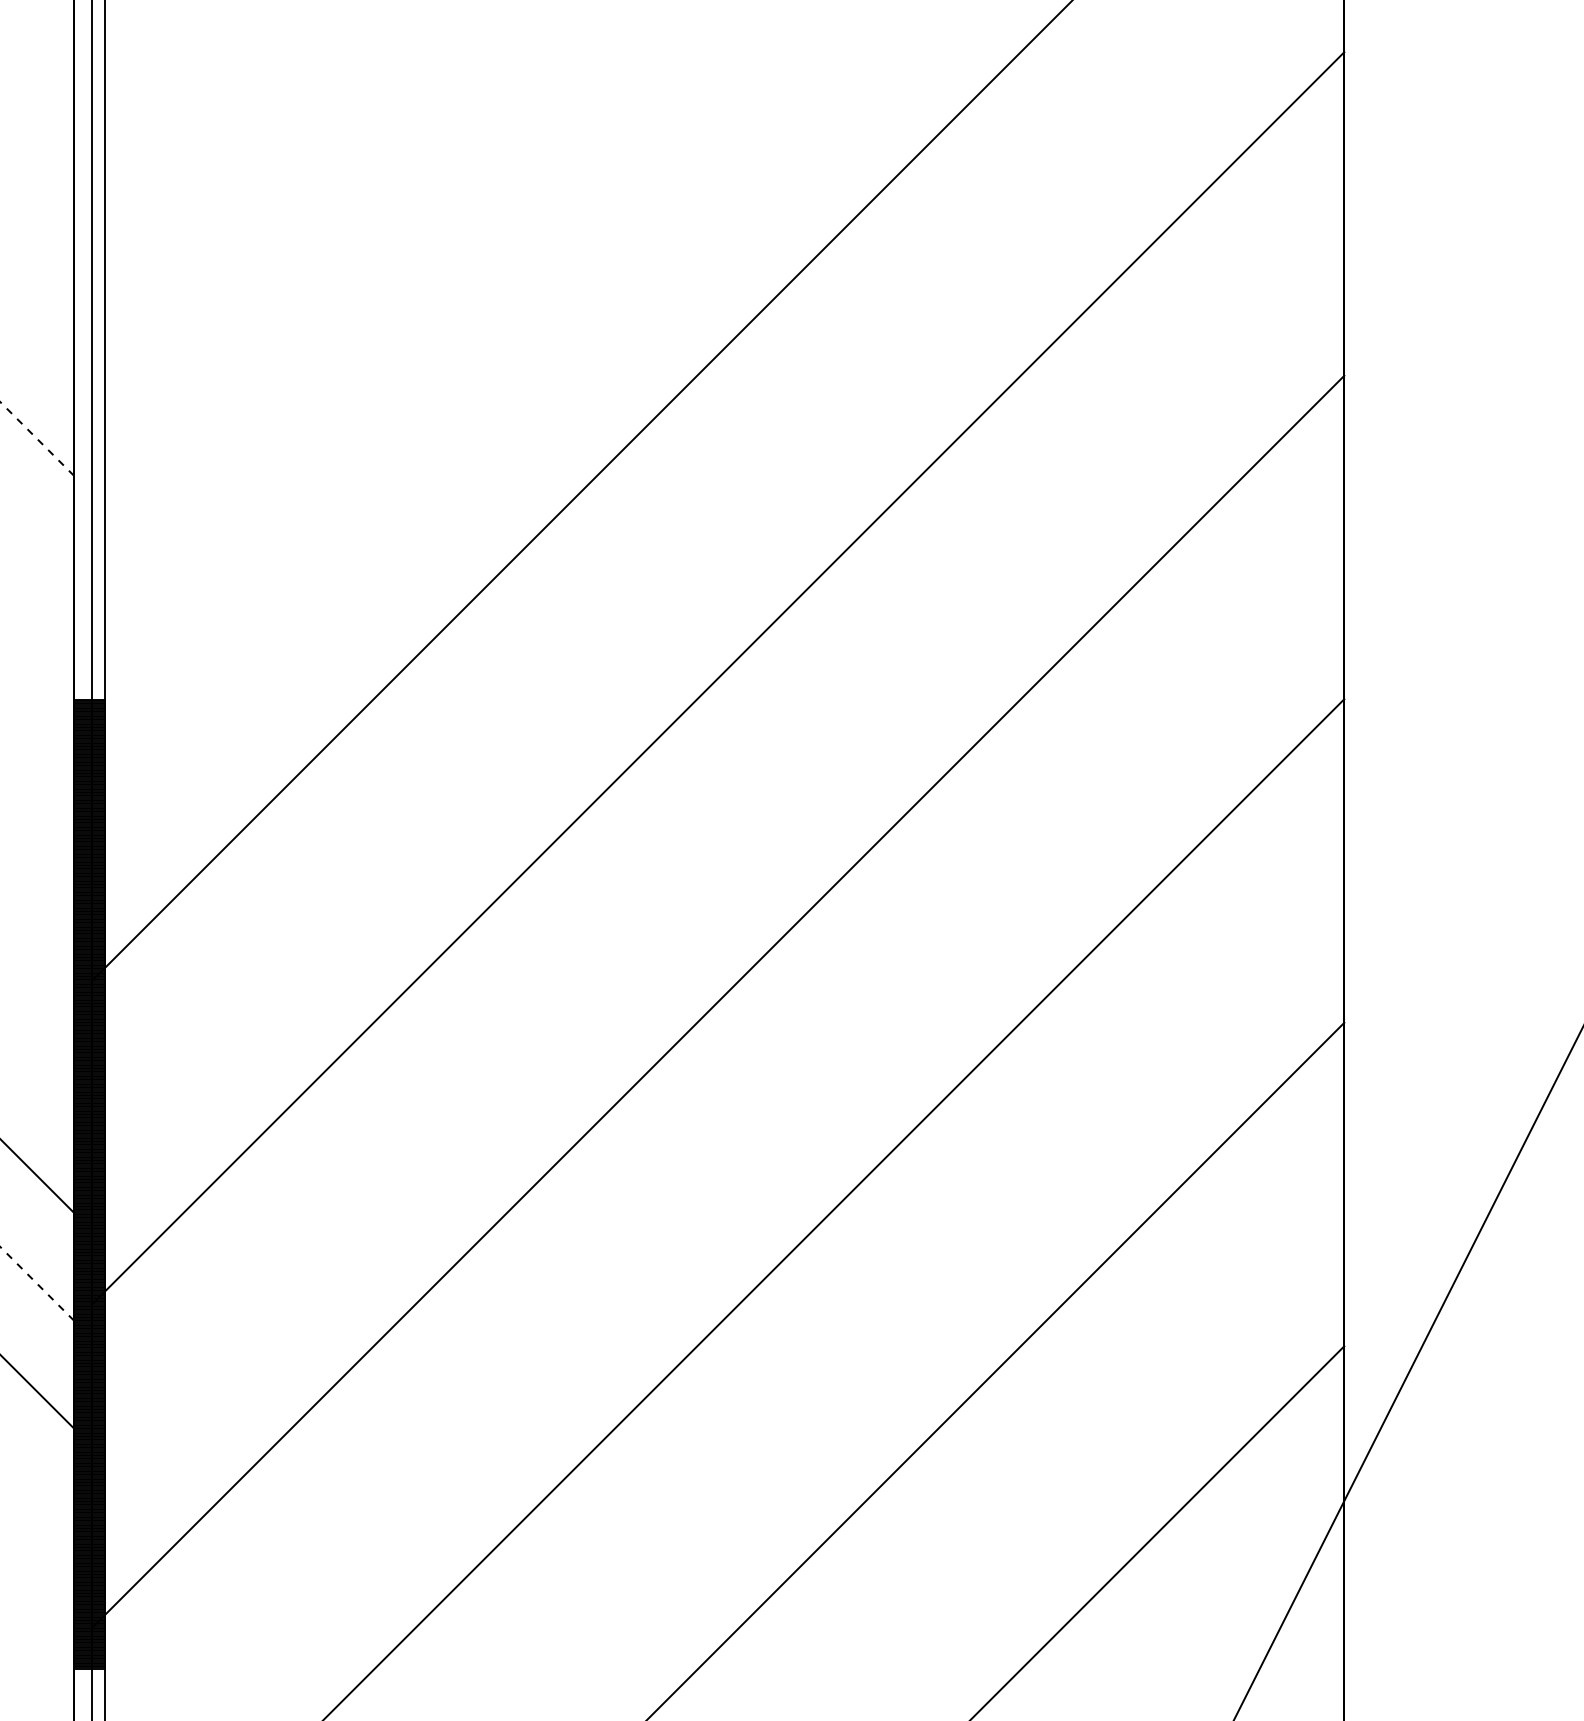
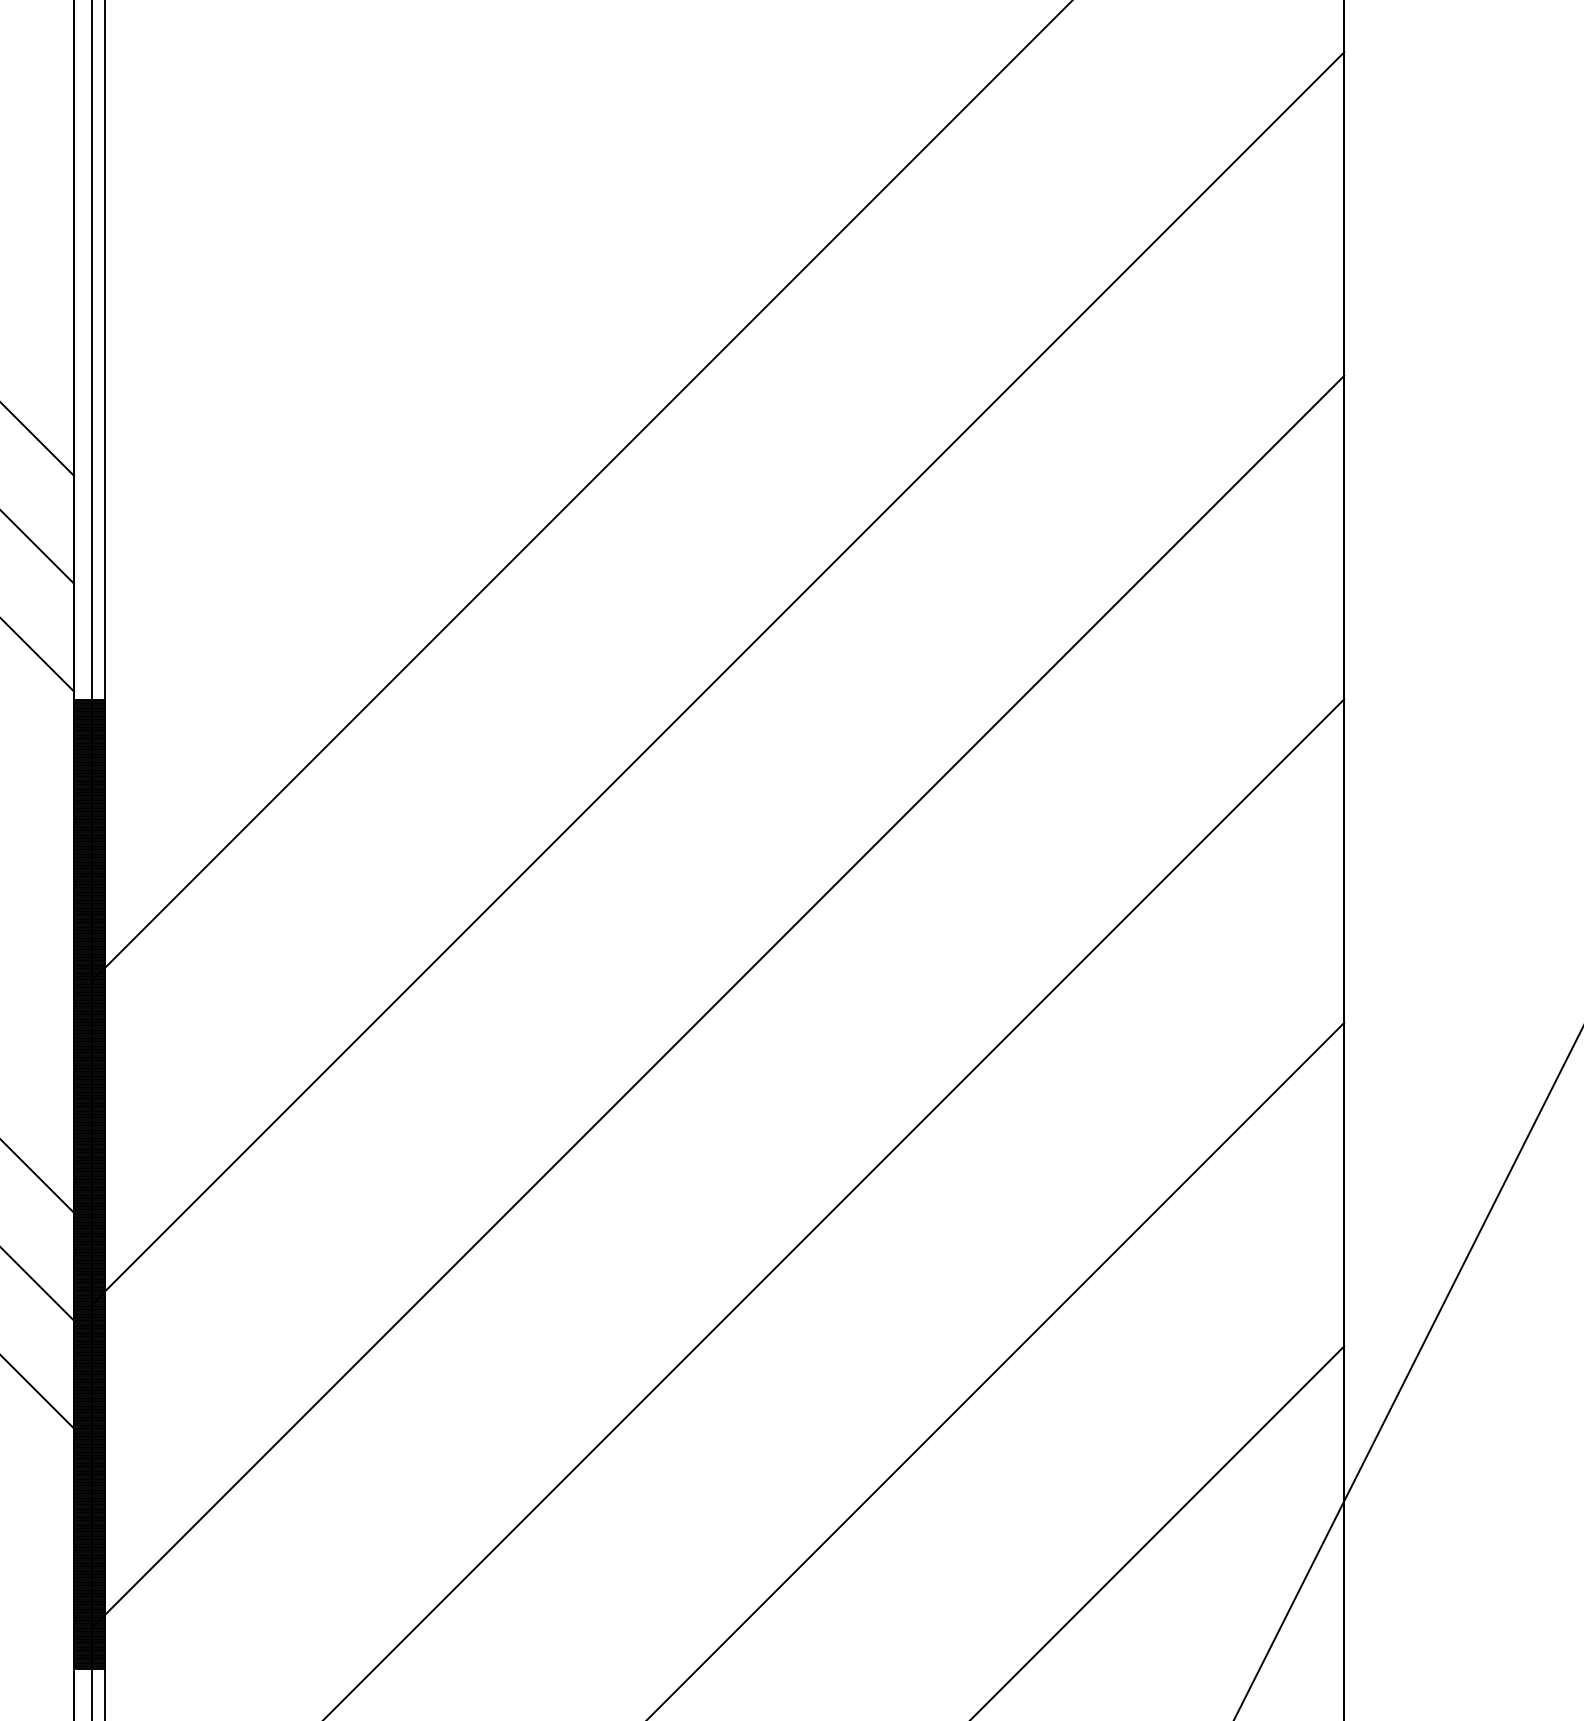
line at (37, 439): dashed -> solid
line at (38, 547): none -> present
line at (38, 655): none -> present
line at (37, 1284): dashed -> solid
